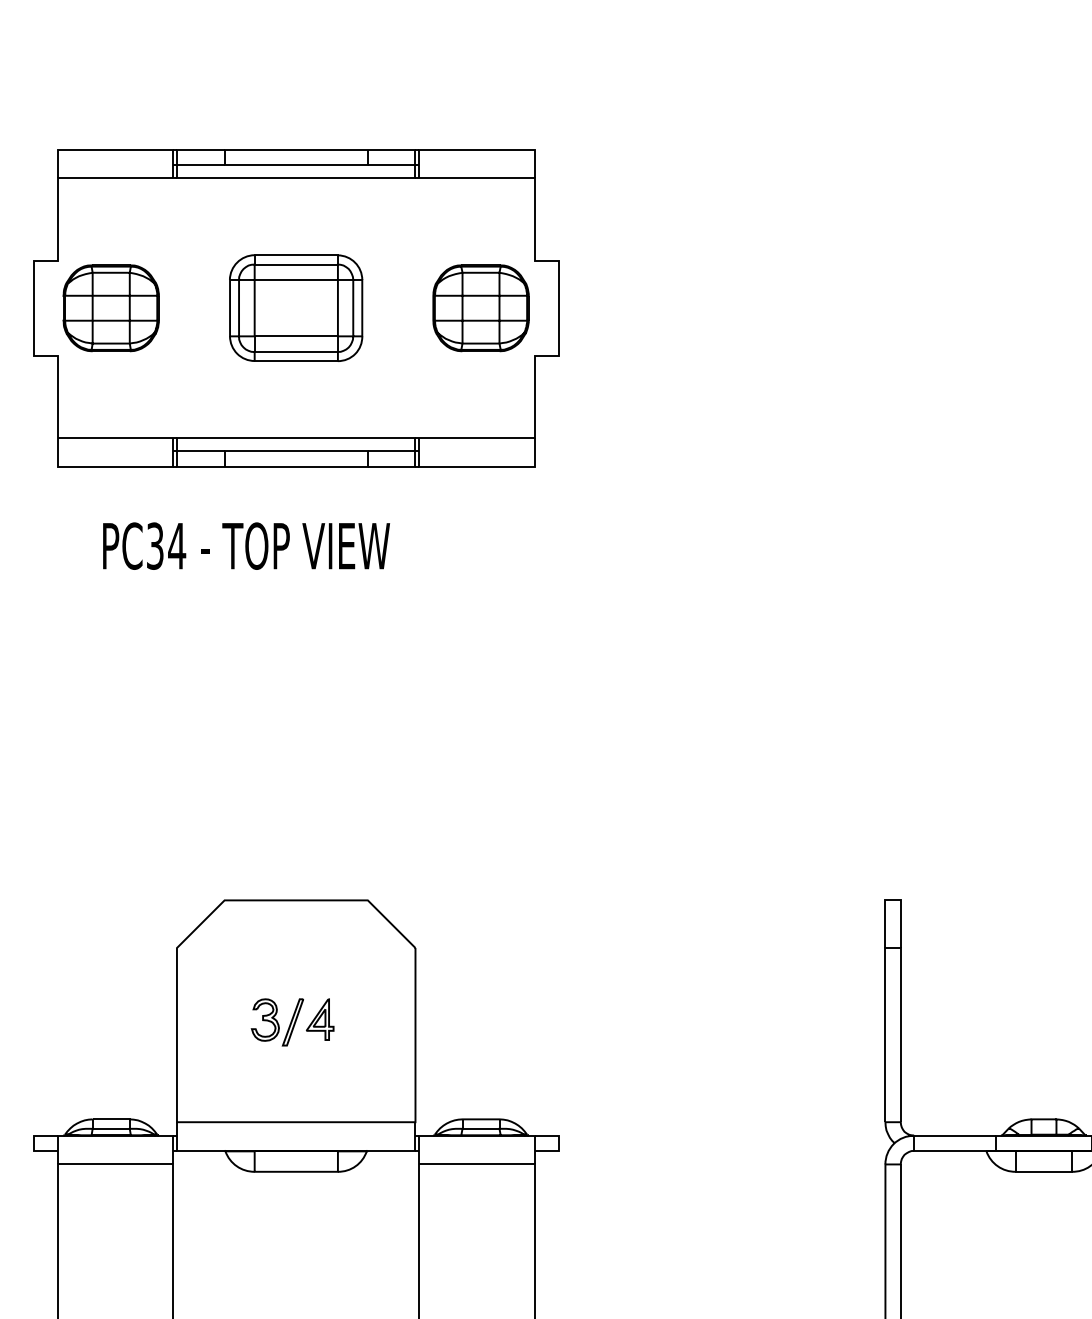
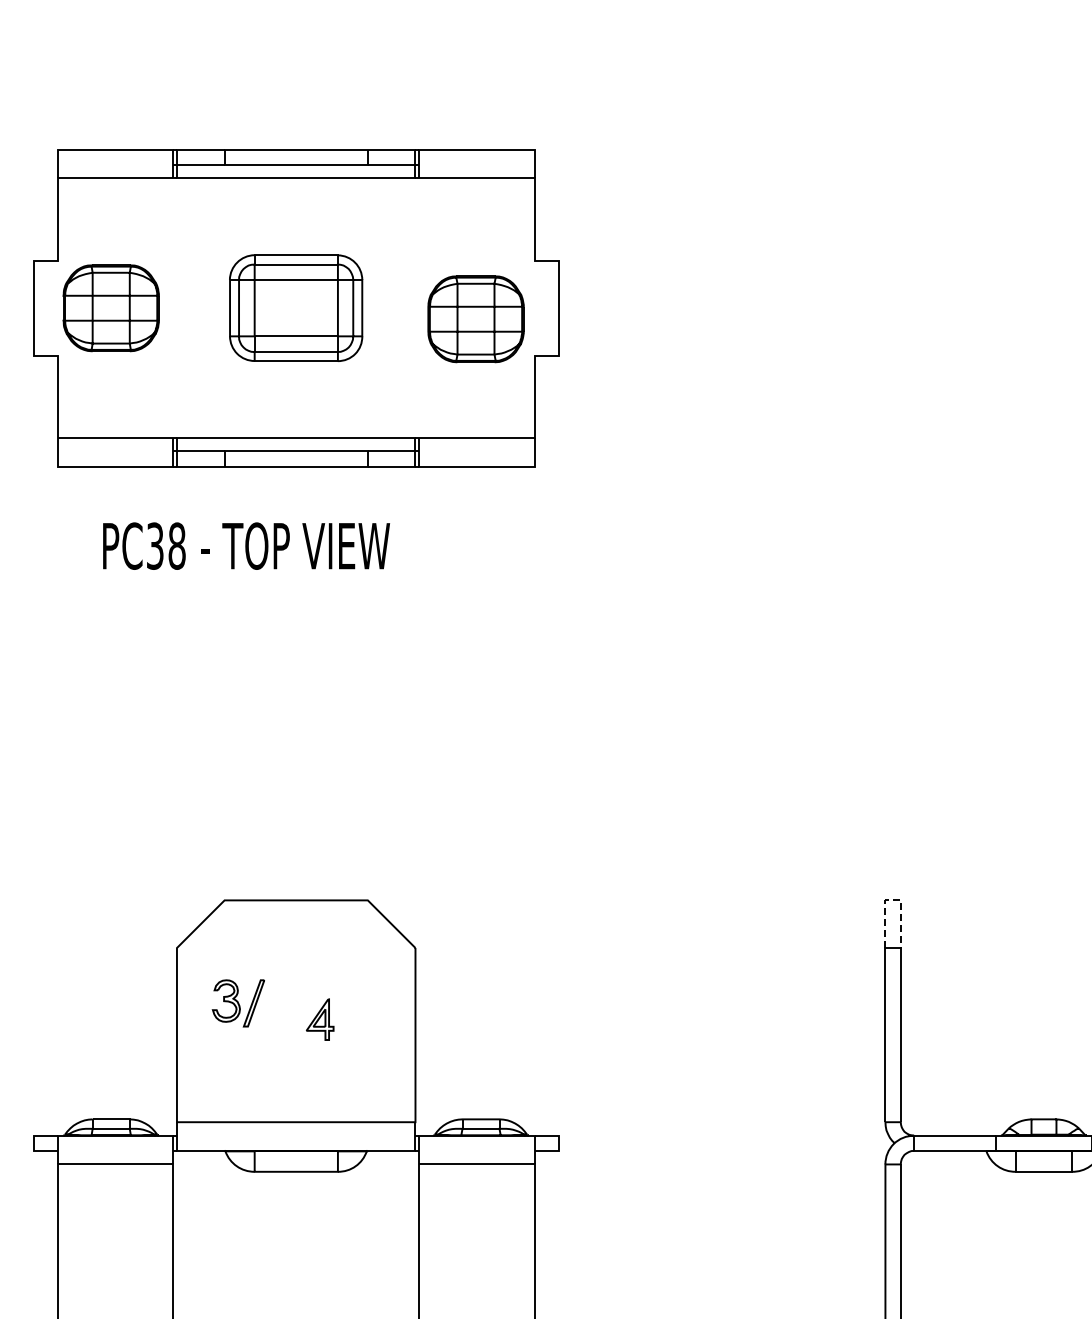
part at (480, 308) position: (480, 308) -> (475, 319)
text at (177, 545): PC34 -> PC38
line at (893, 900): solid -> dashed
part at (276, 1022) position: (276, 1022) -> (237, 1003)
